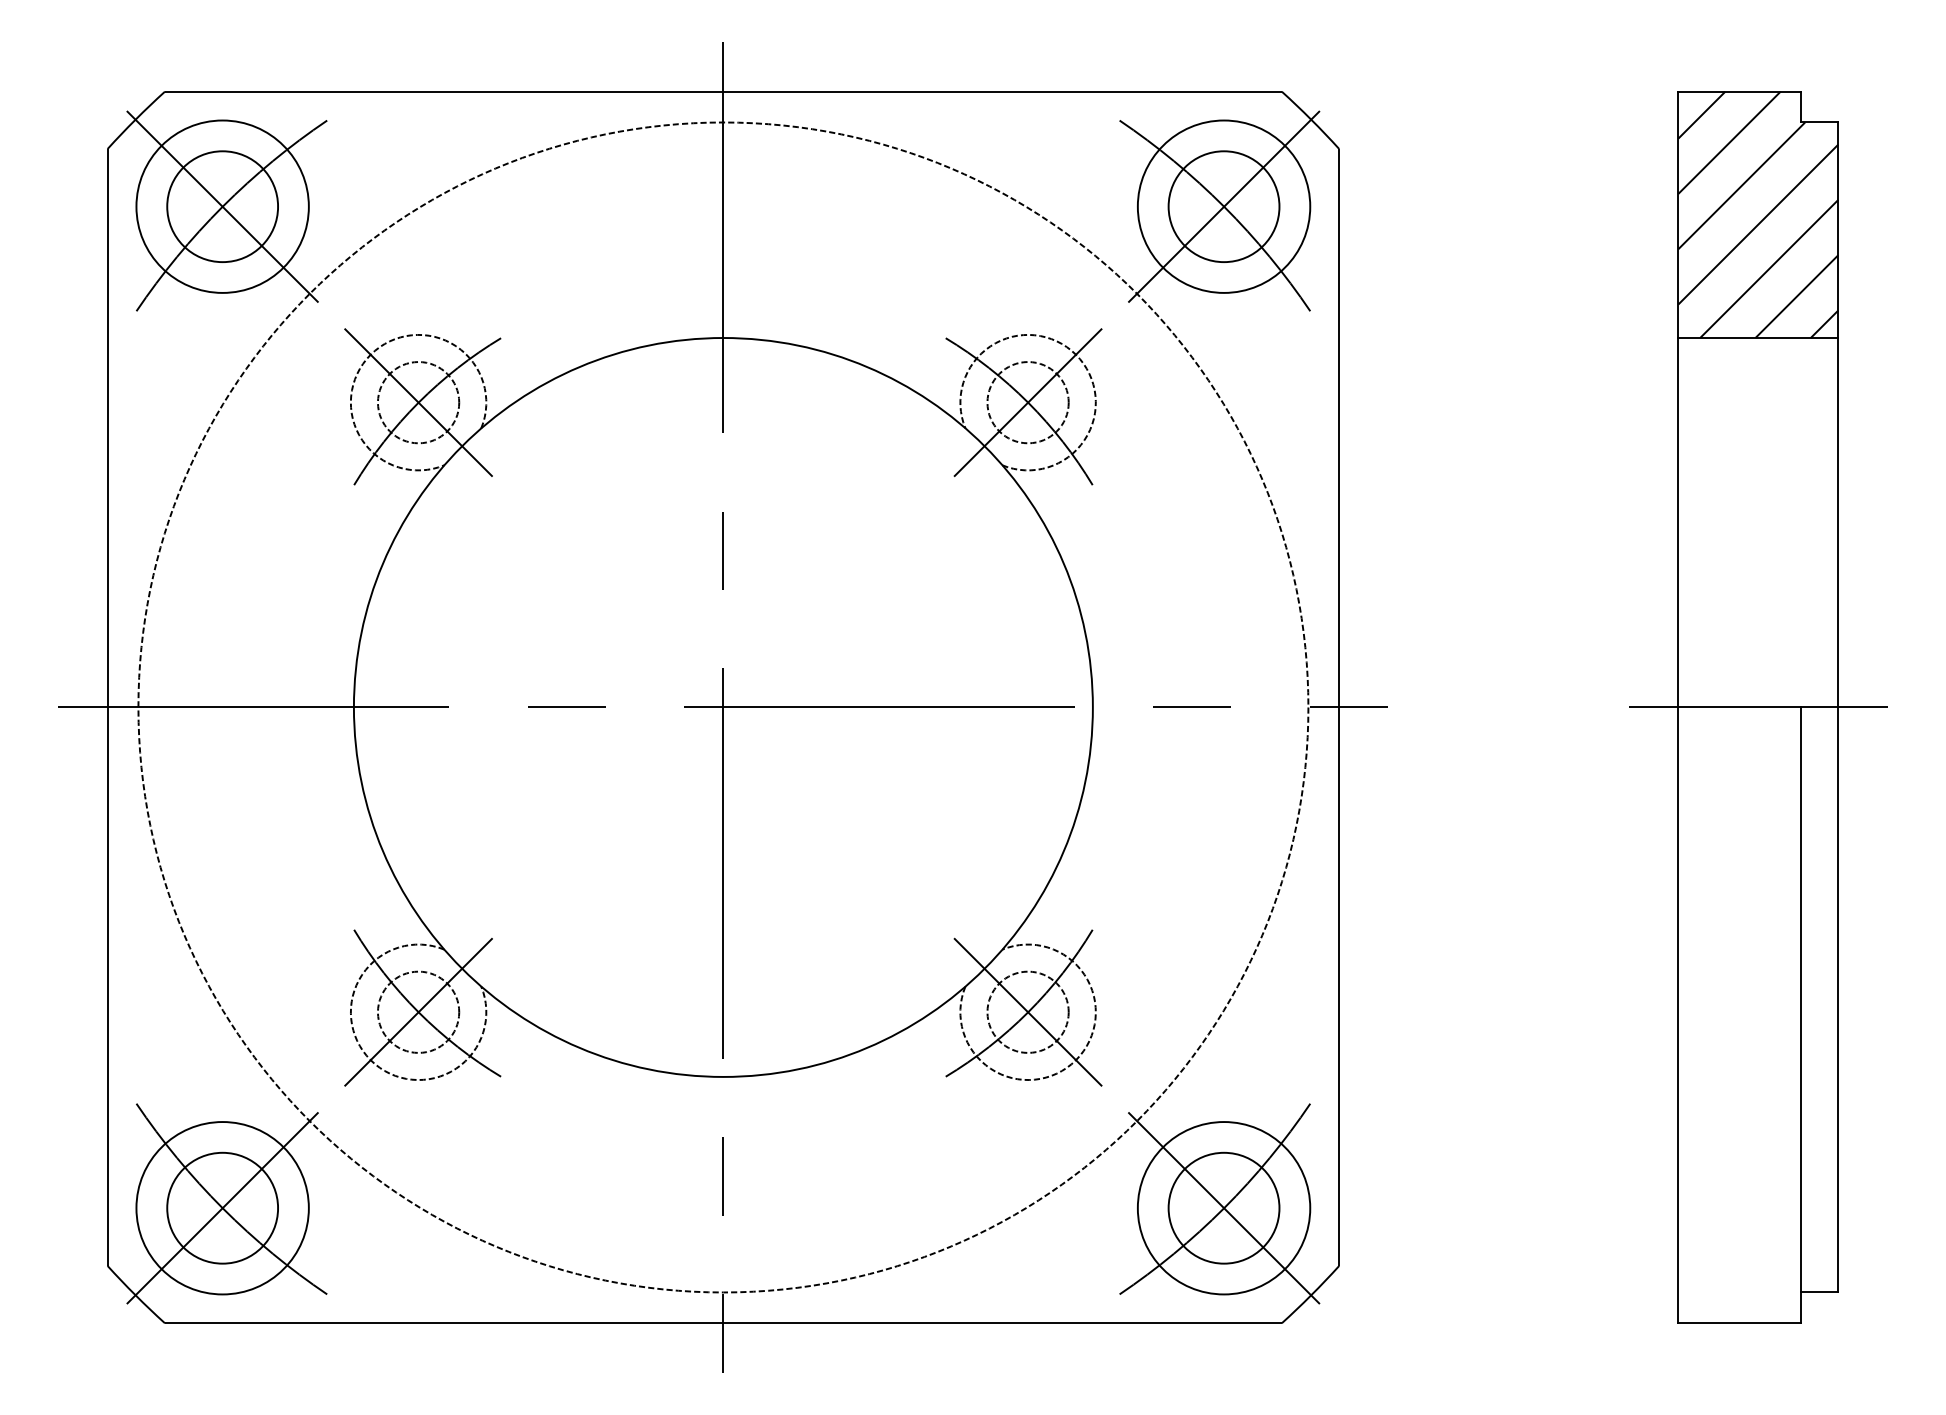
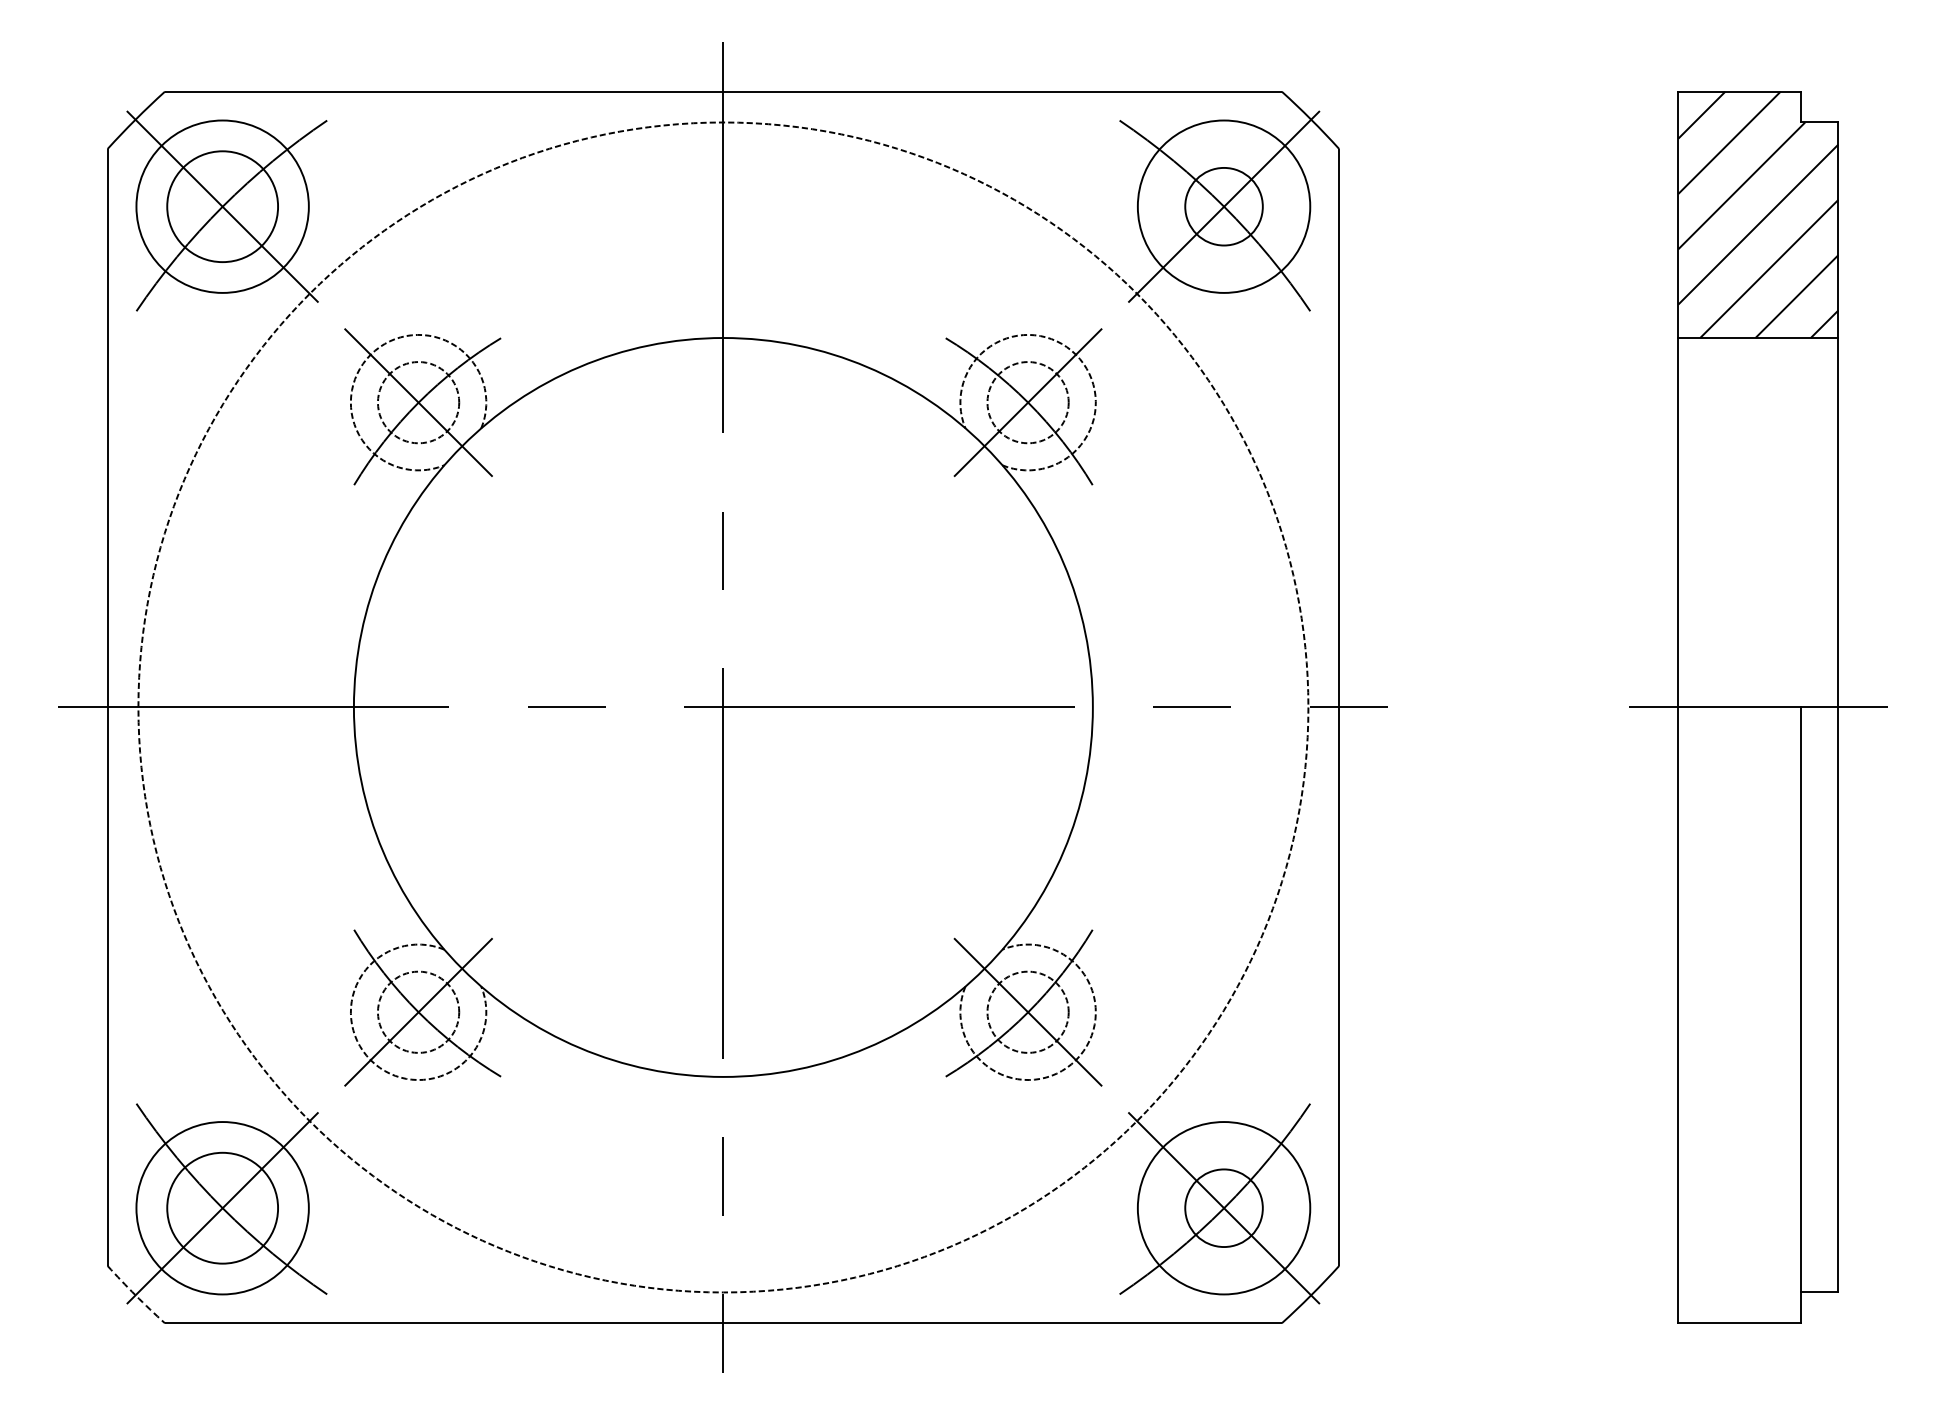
circle at (1223, 206) diameter: 111 px -> 78 px
circle at (1223, 1207) diameter: 111 px -> 78 px
arc at (135, 1295): solid -> dashed
